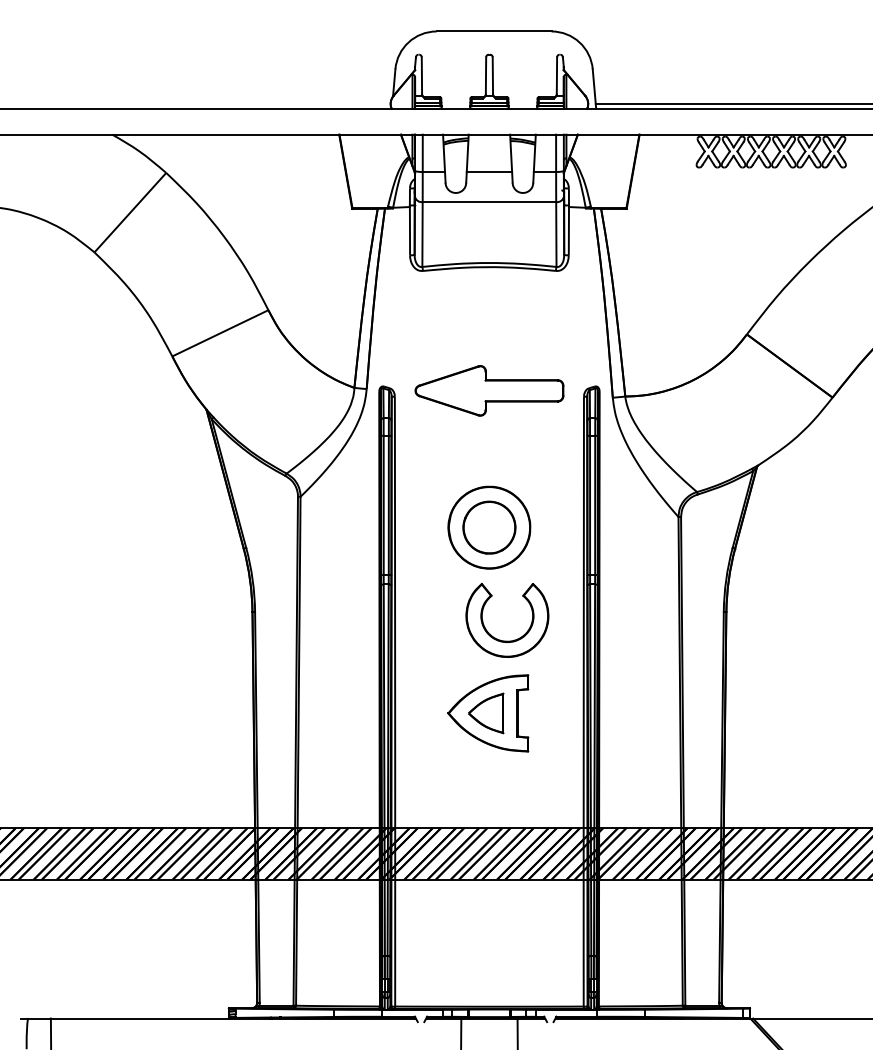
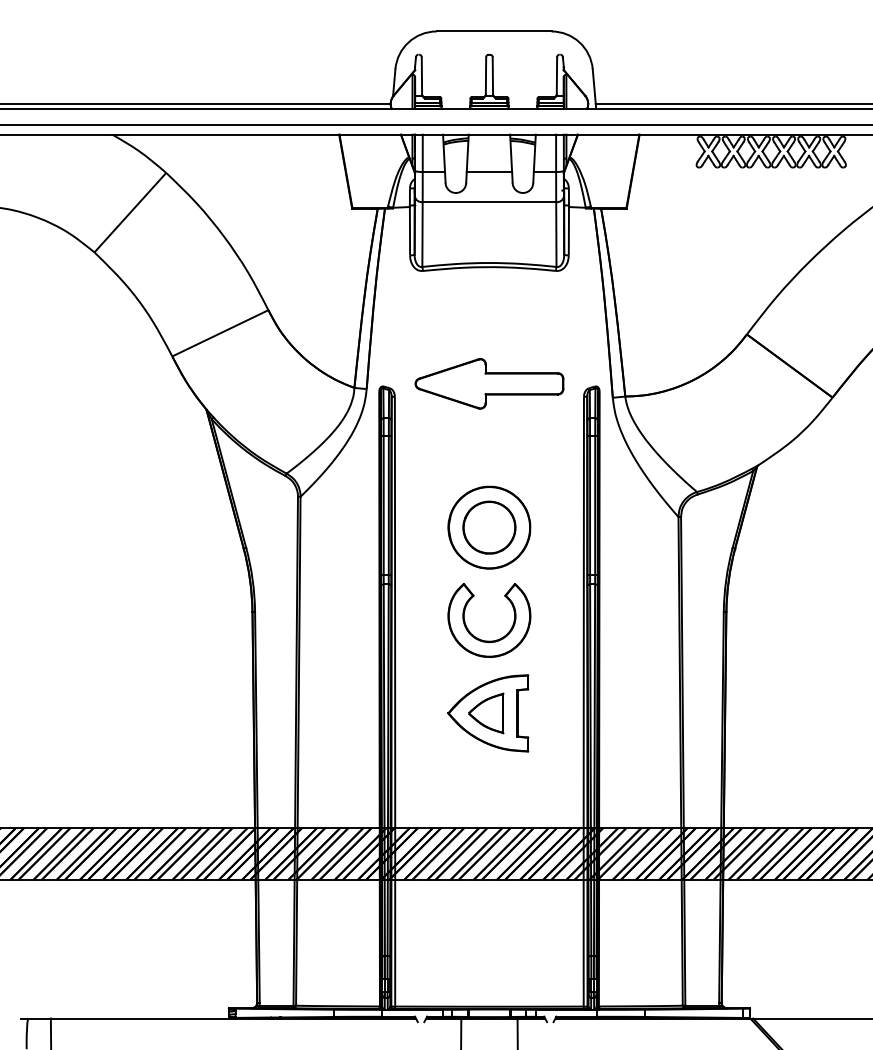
line at (196, 104): none -> present
line at (435, 124): none -> present
part at (489, 390) position: (489, 390) -> (489, 383)
part at (507, 640) position: (507, 640) -> (489, 640)
